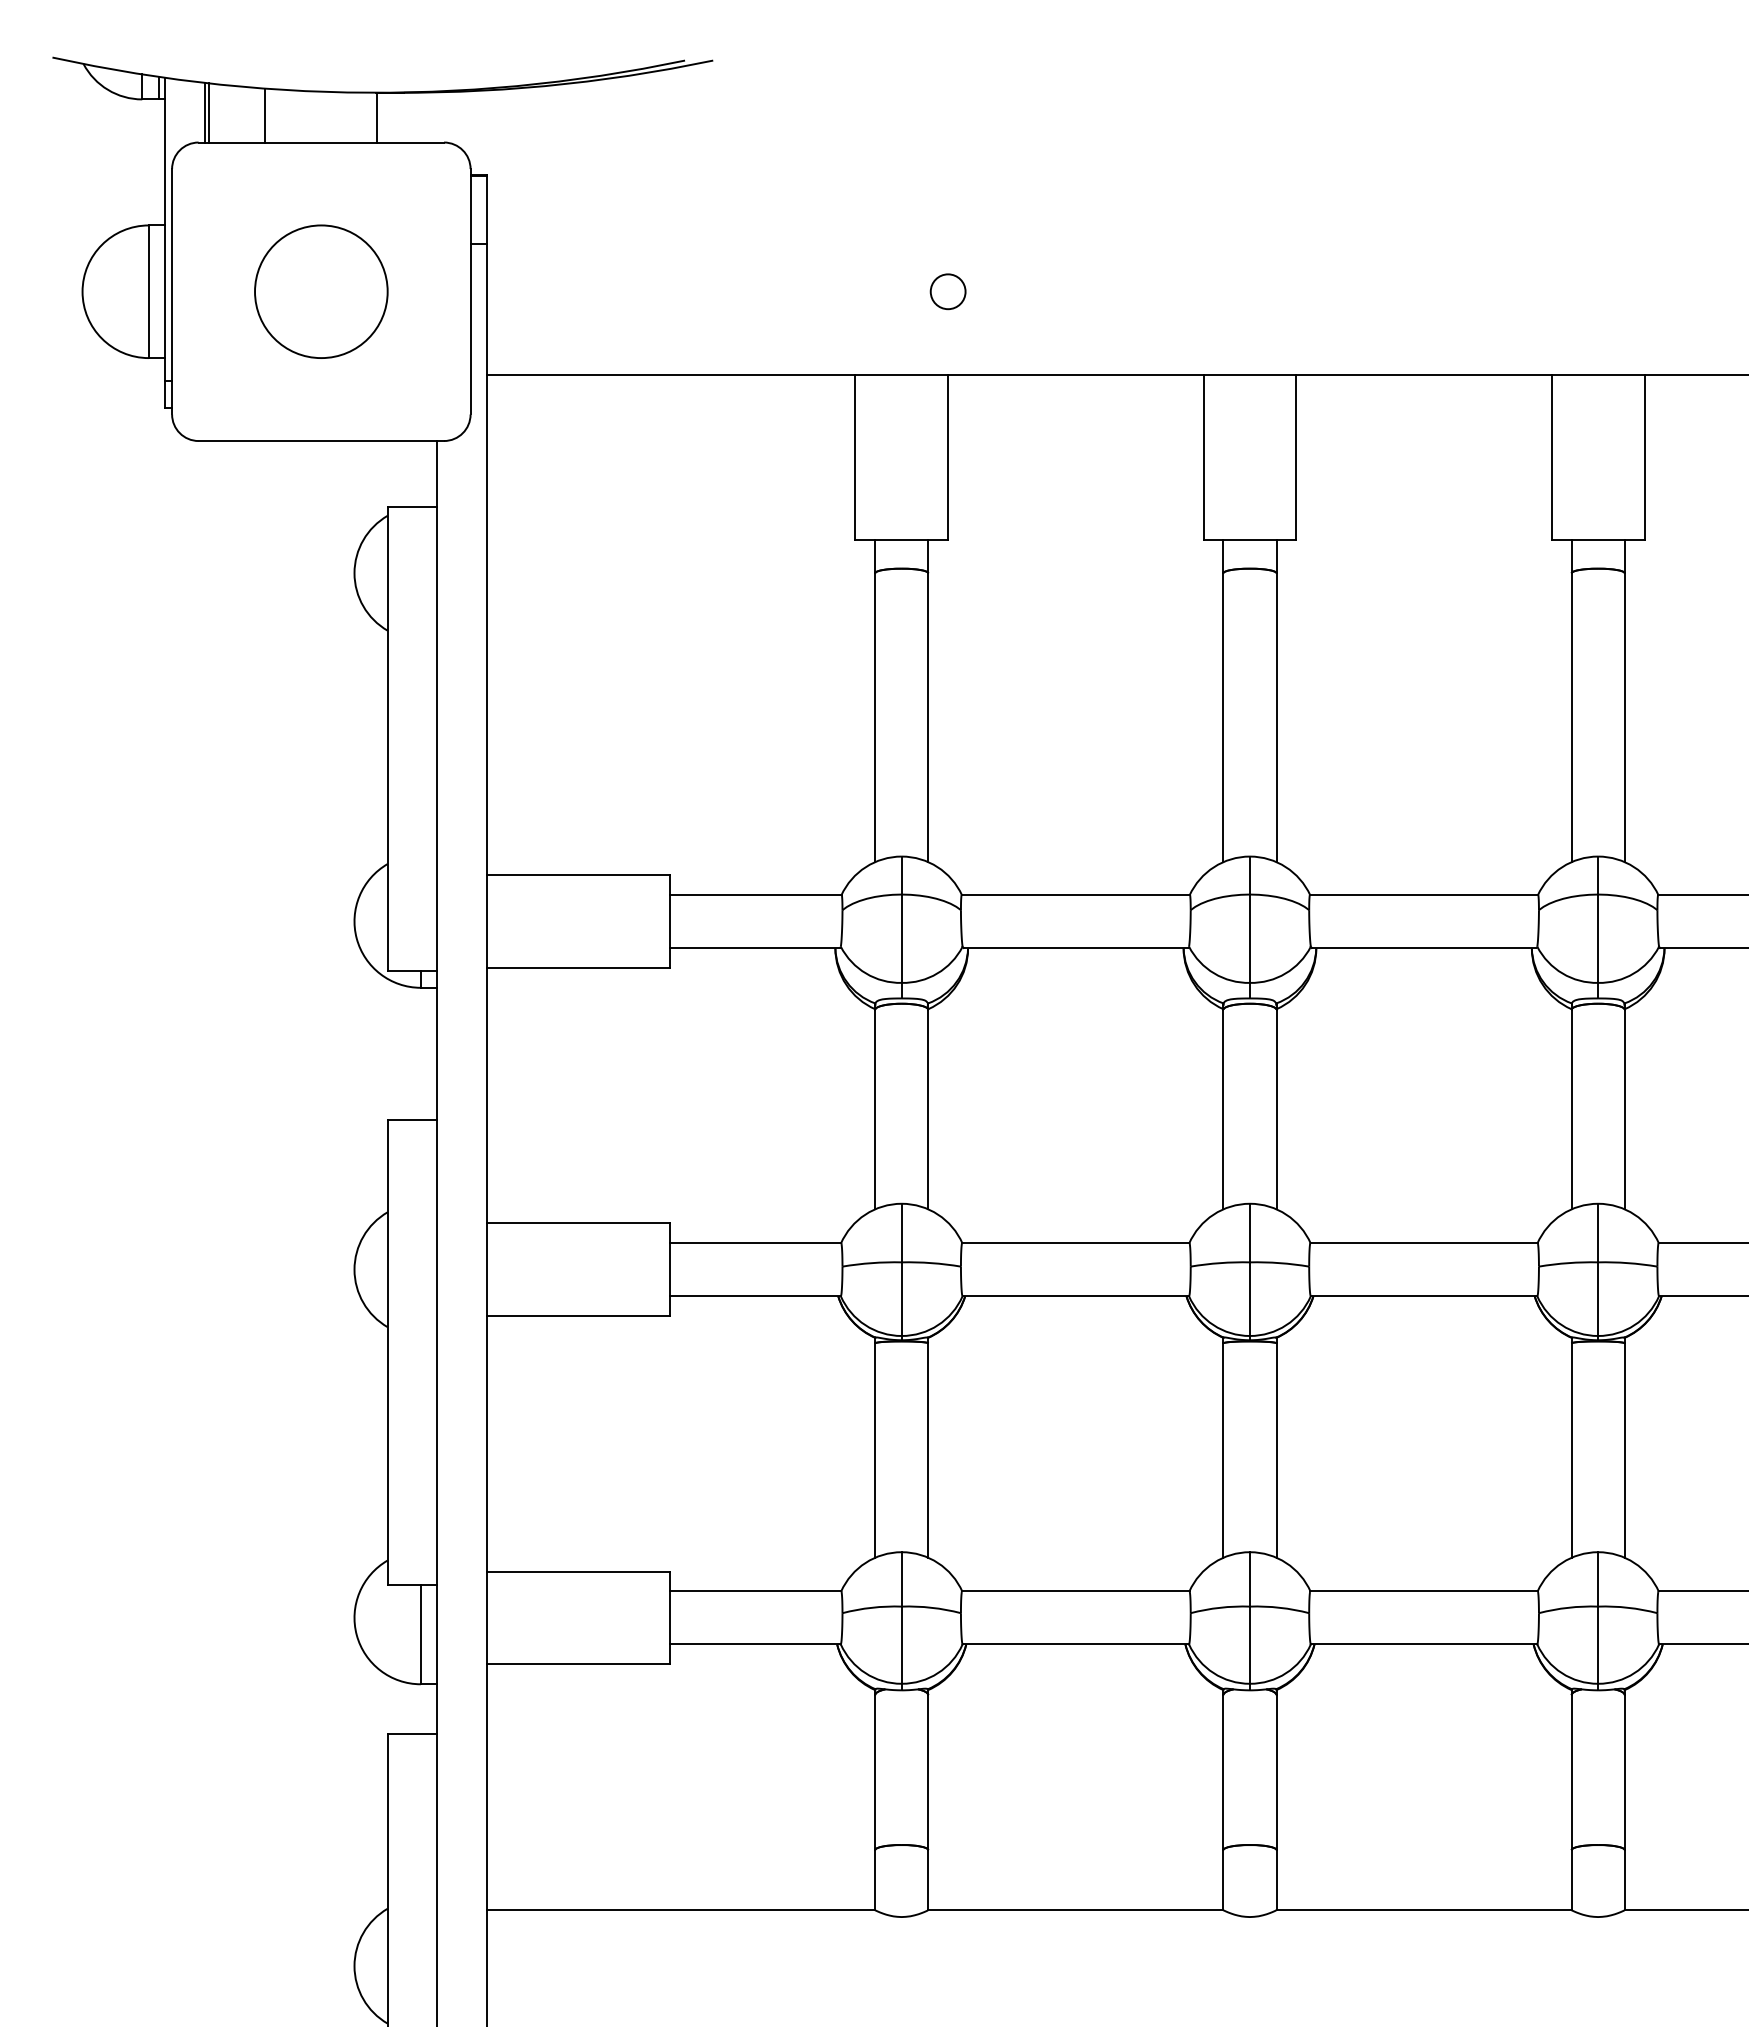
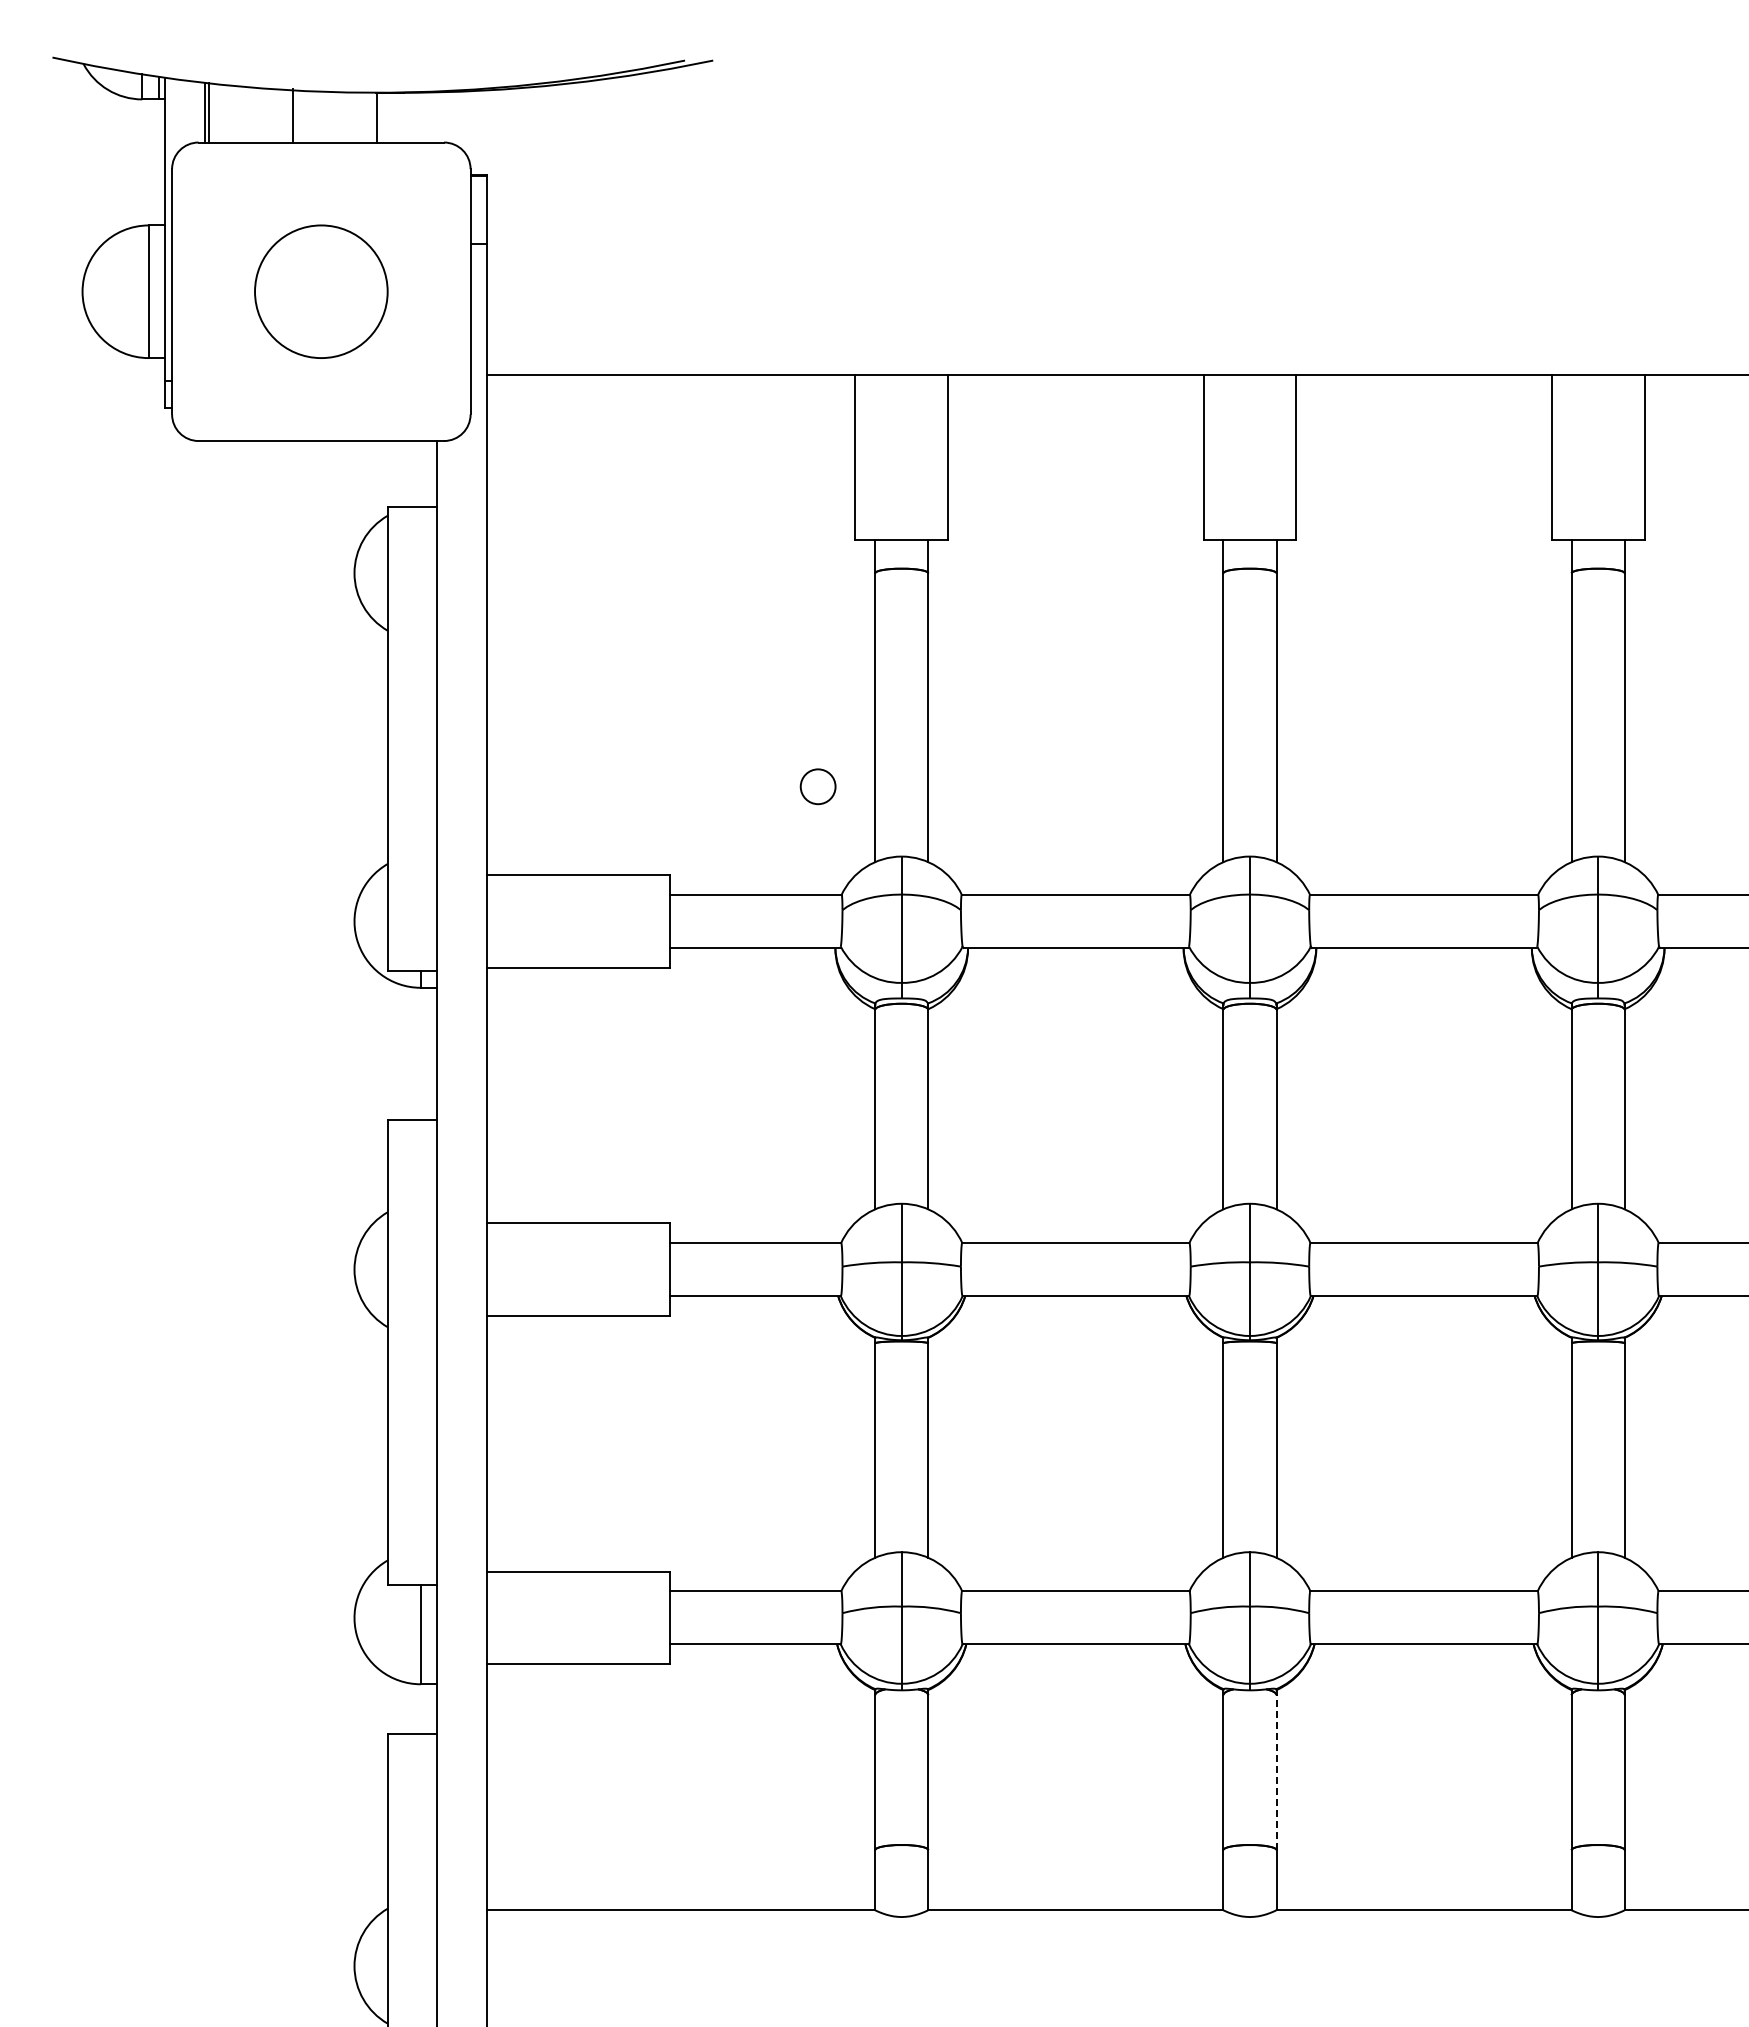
line at (265, 115) position: (265, 115) -> (293, 115)
circle at (947, 291) position: (947, 291) -> (817, 786)
line at (1276, 1772): solid -> dashed
